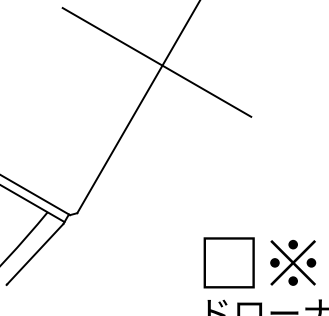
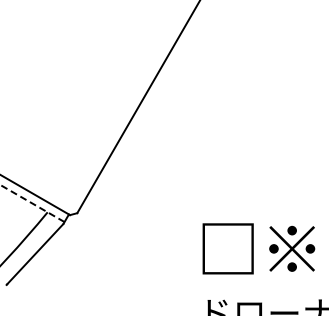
line at (152, 59): present -> none
line at (32, 203): solid -> dashed
text at (259, 262) position: (259, 262) -> (258, 248)
